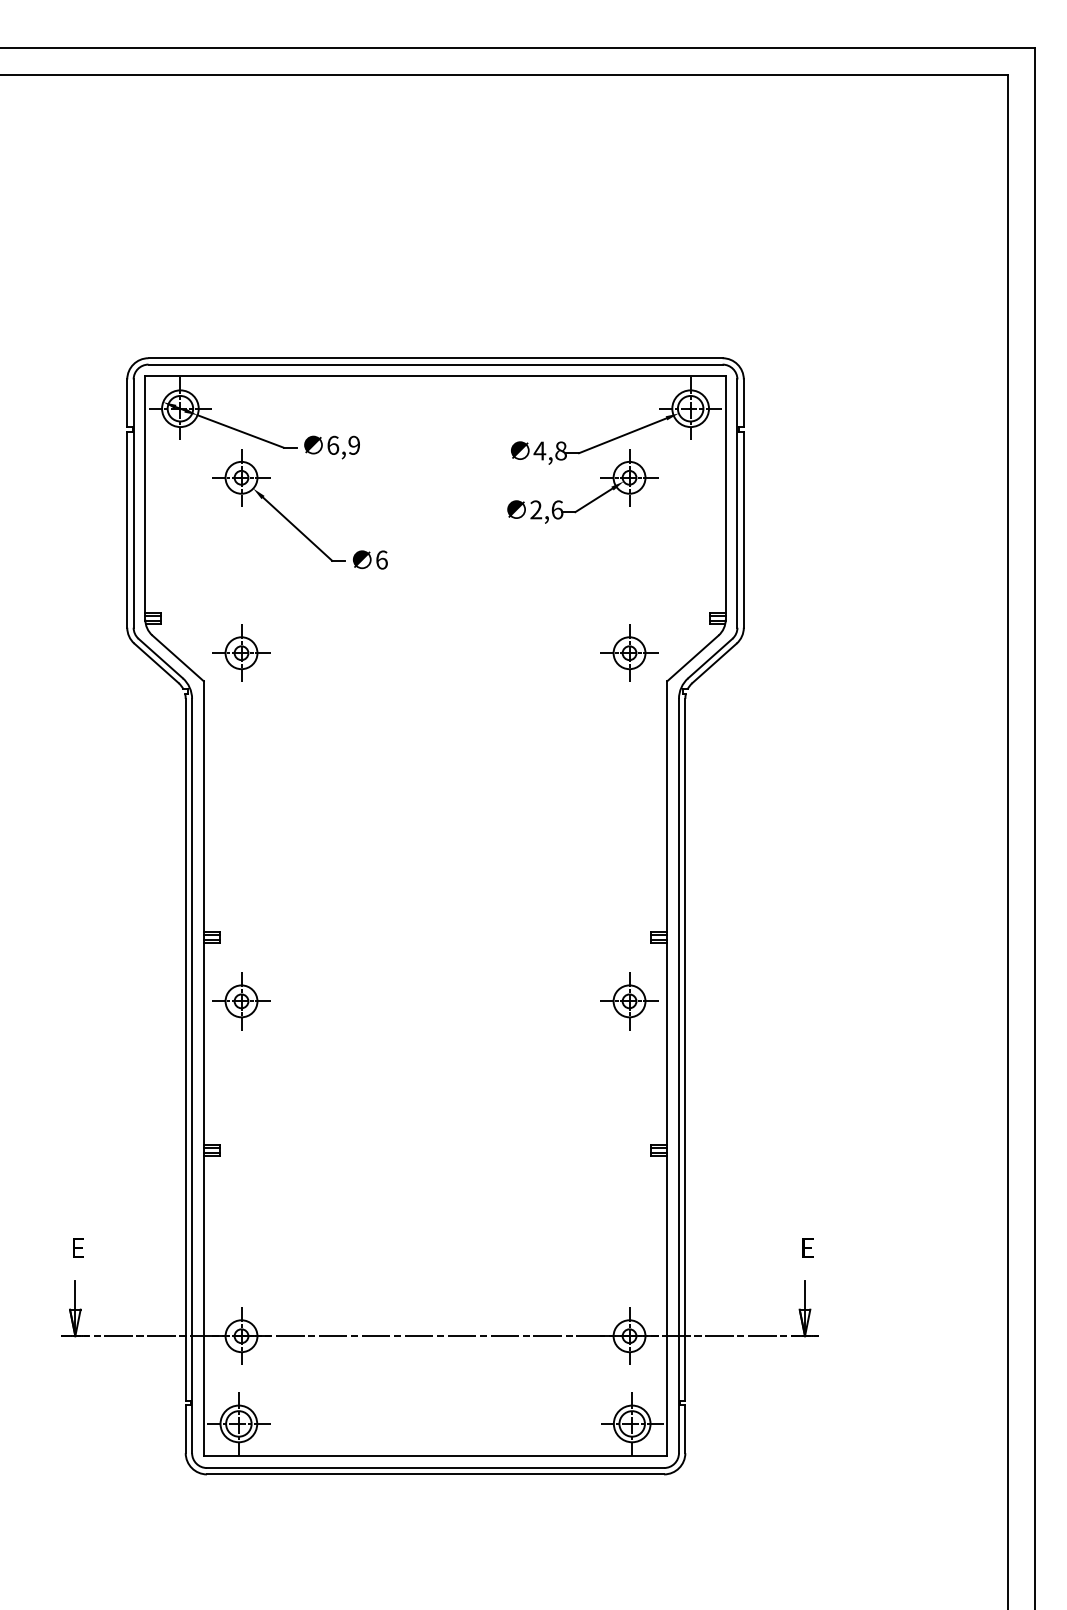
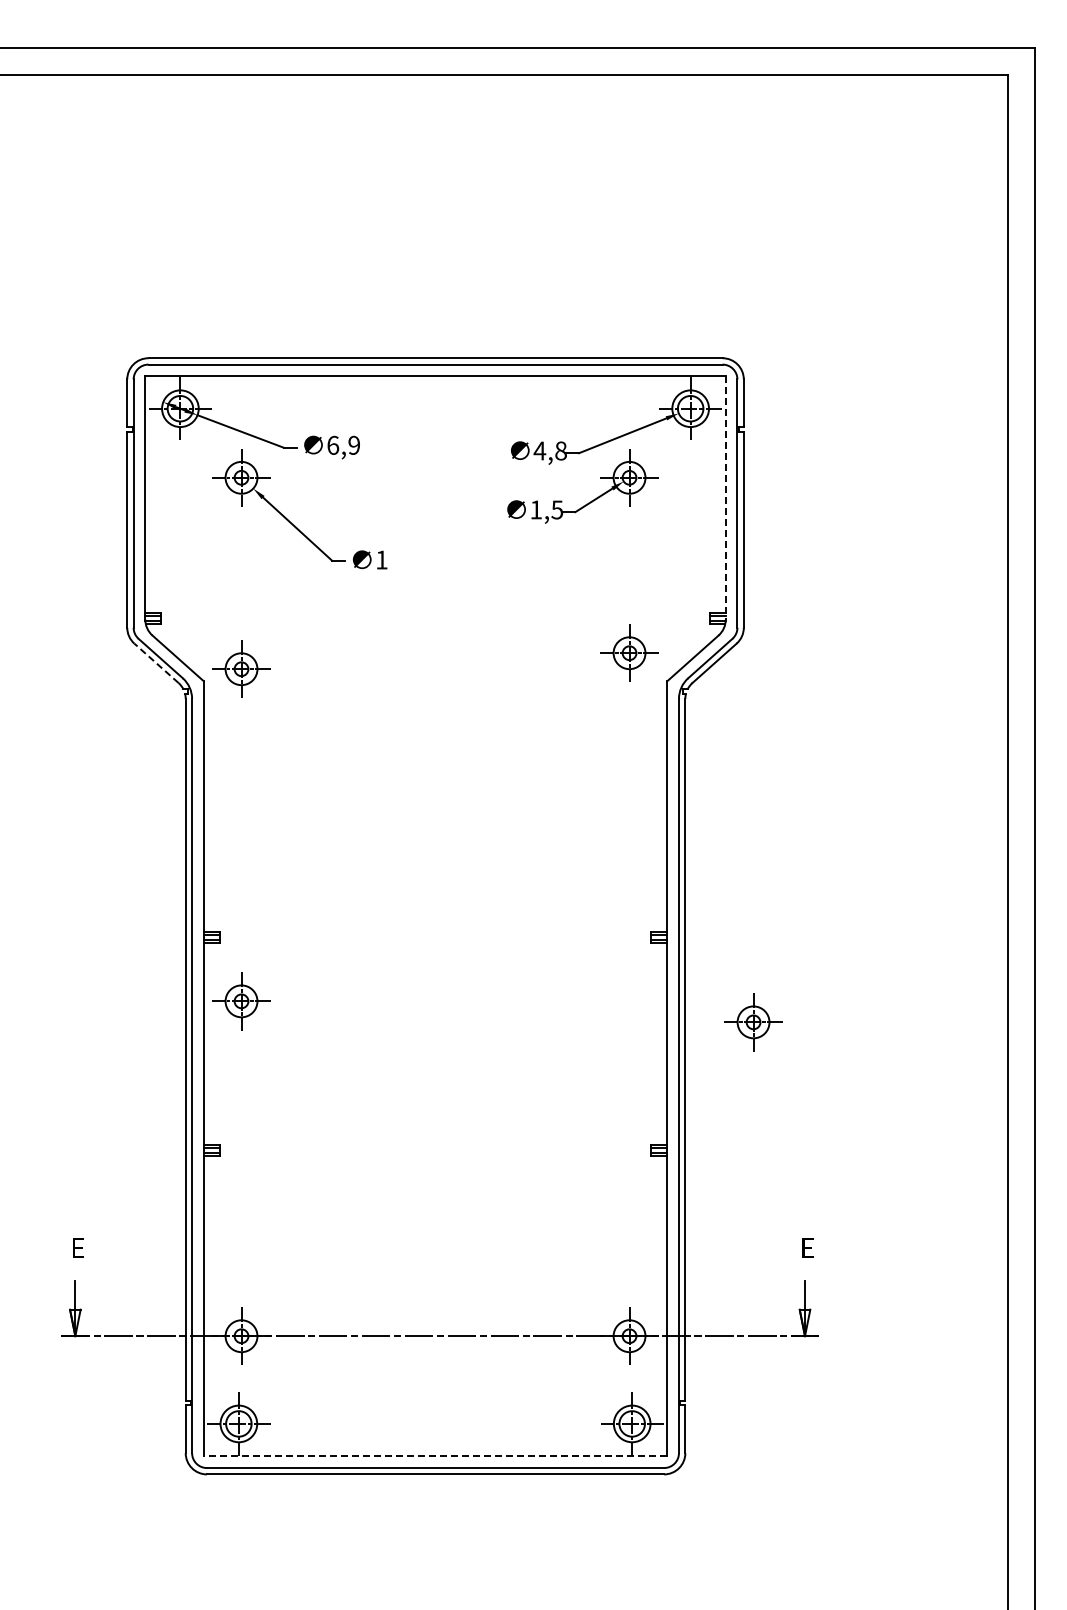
line at (725, 497): solid -> dashed
text at (546, 509): 2,6 -> 1,5
text at (381, 559): 6 -> 1
part at (241, 652) position: (241, 652) -> (241, 668)
line at (156, 663): solid -> dashed
part at (629, 1001) position: (629, 1001) -> (753, 1022)
line at (435, 1456): solid -> dashed
